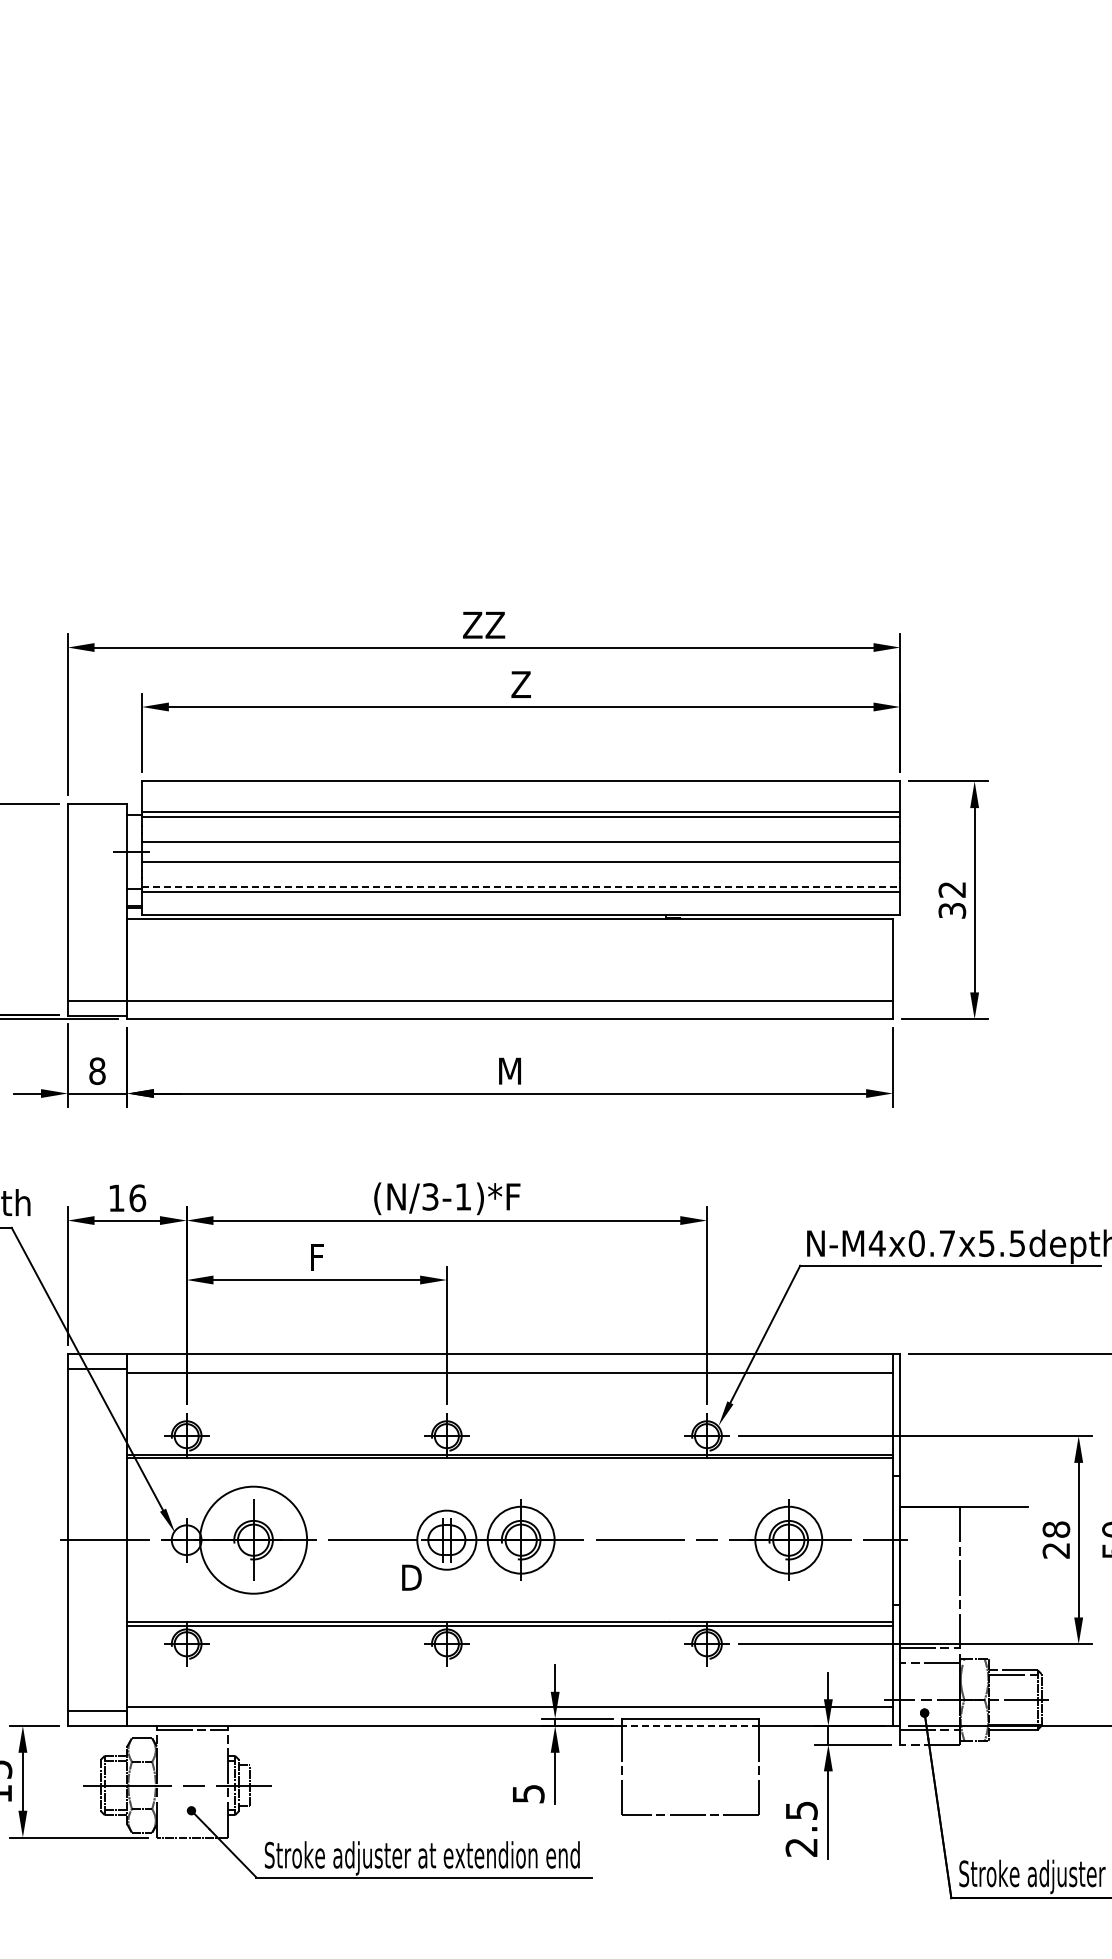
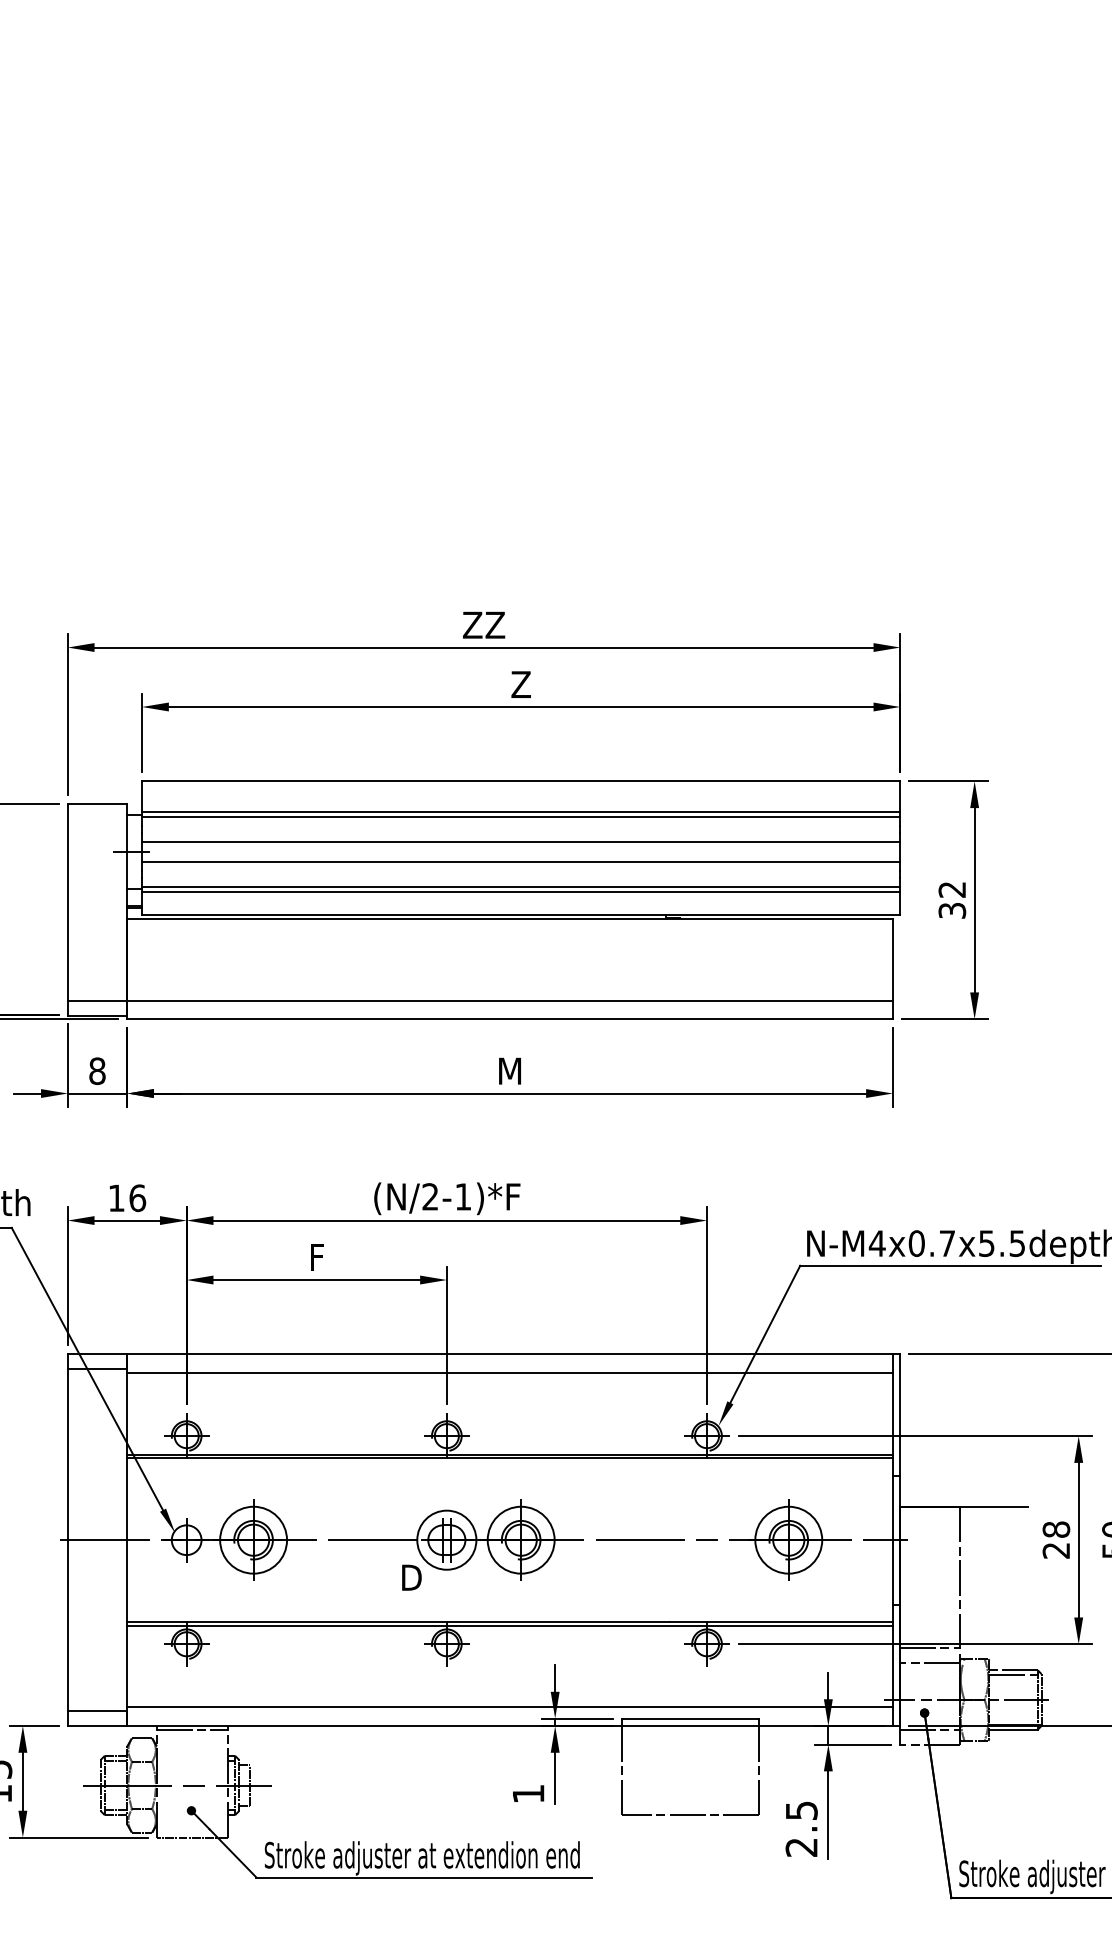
line at (521, 886): dashed -> solid
text at (430, 1196): (N/3-1)*F -> (N/2-1)*F
circle at (253, 1539) diameter: 107 px -> 67 px
line at (690, 1726): dashed -> solid
text at (528, 1794): 5 -> 1
